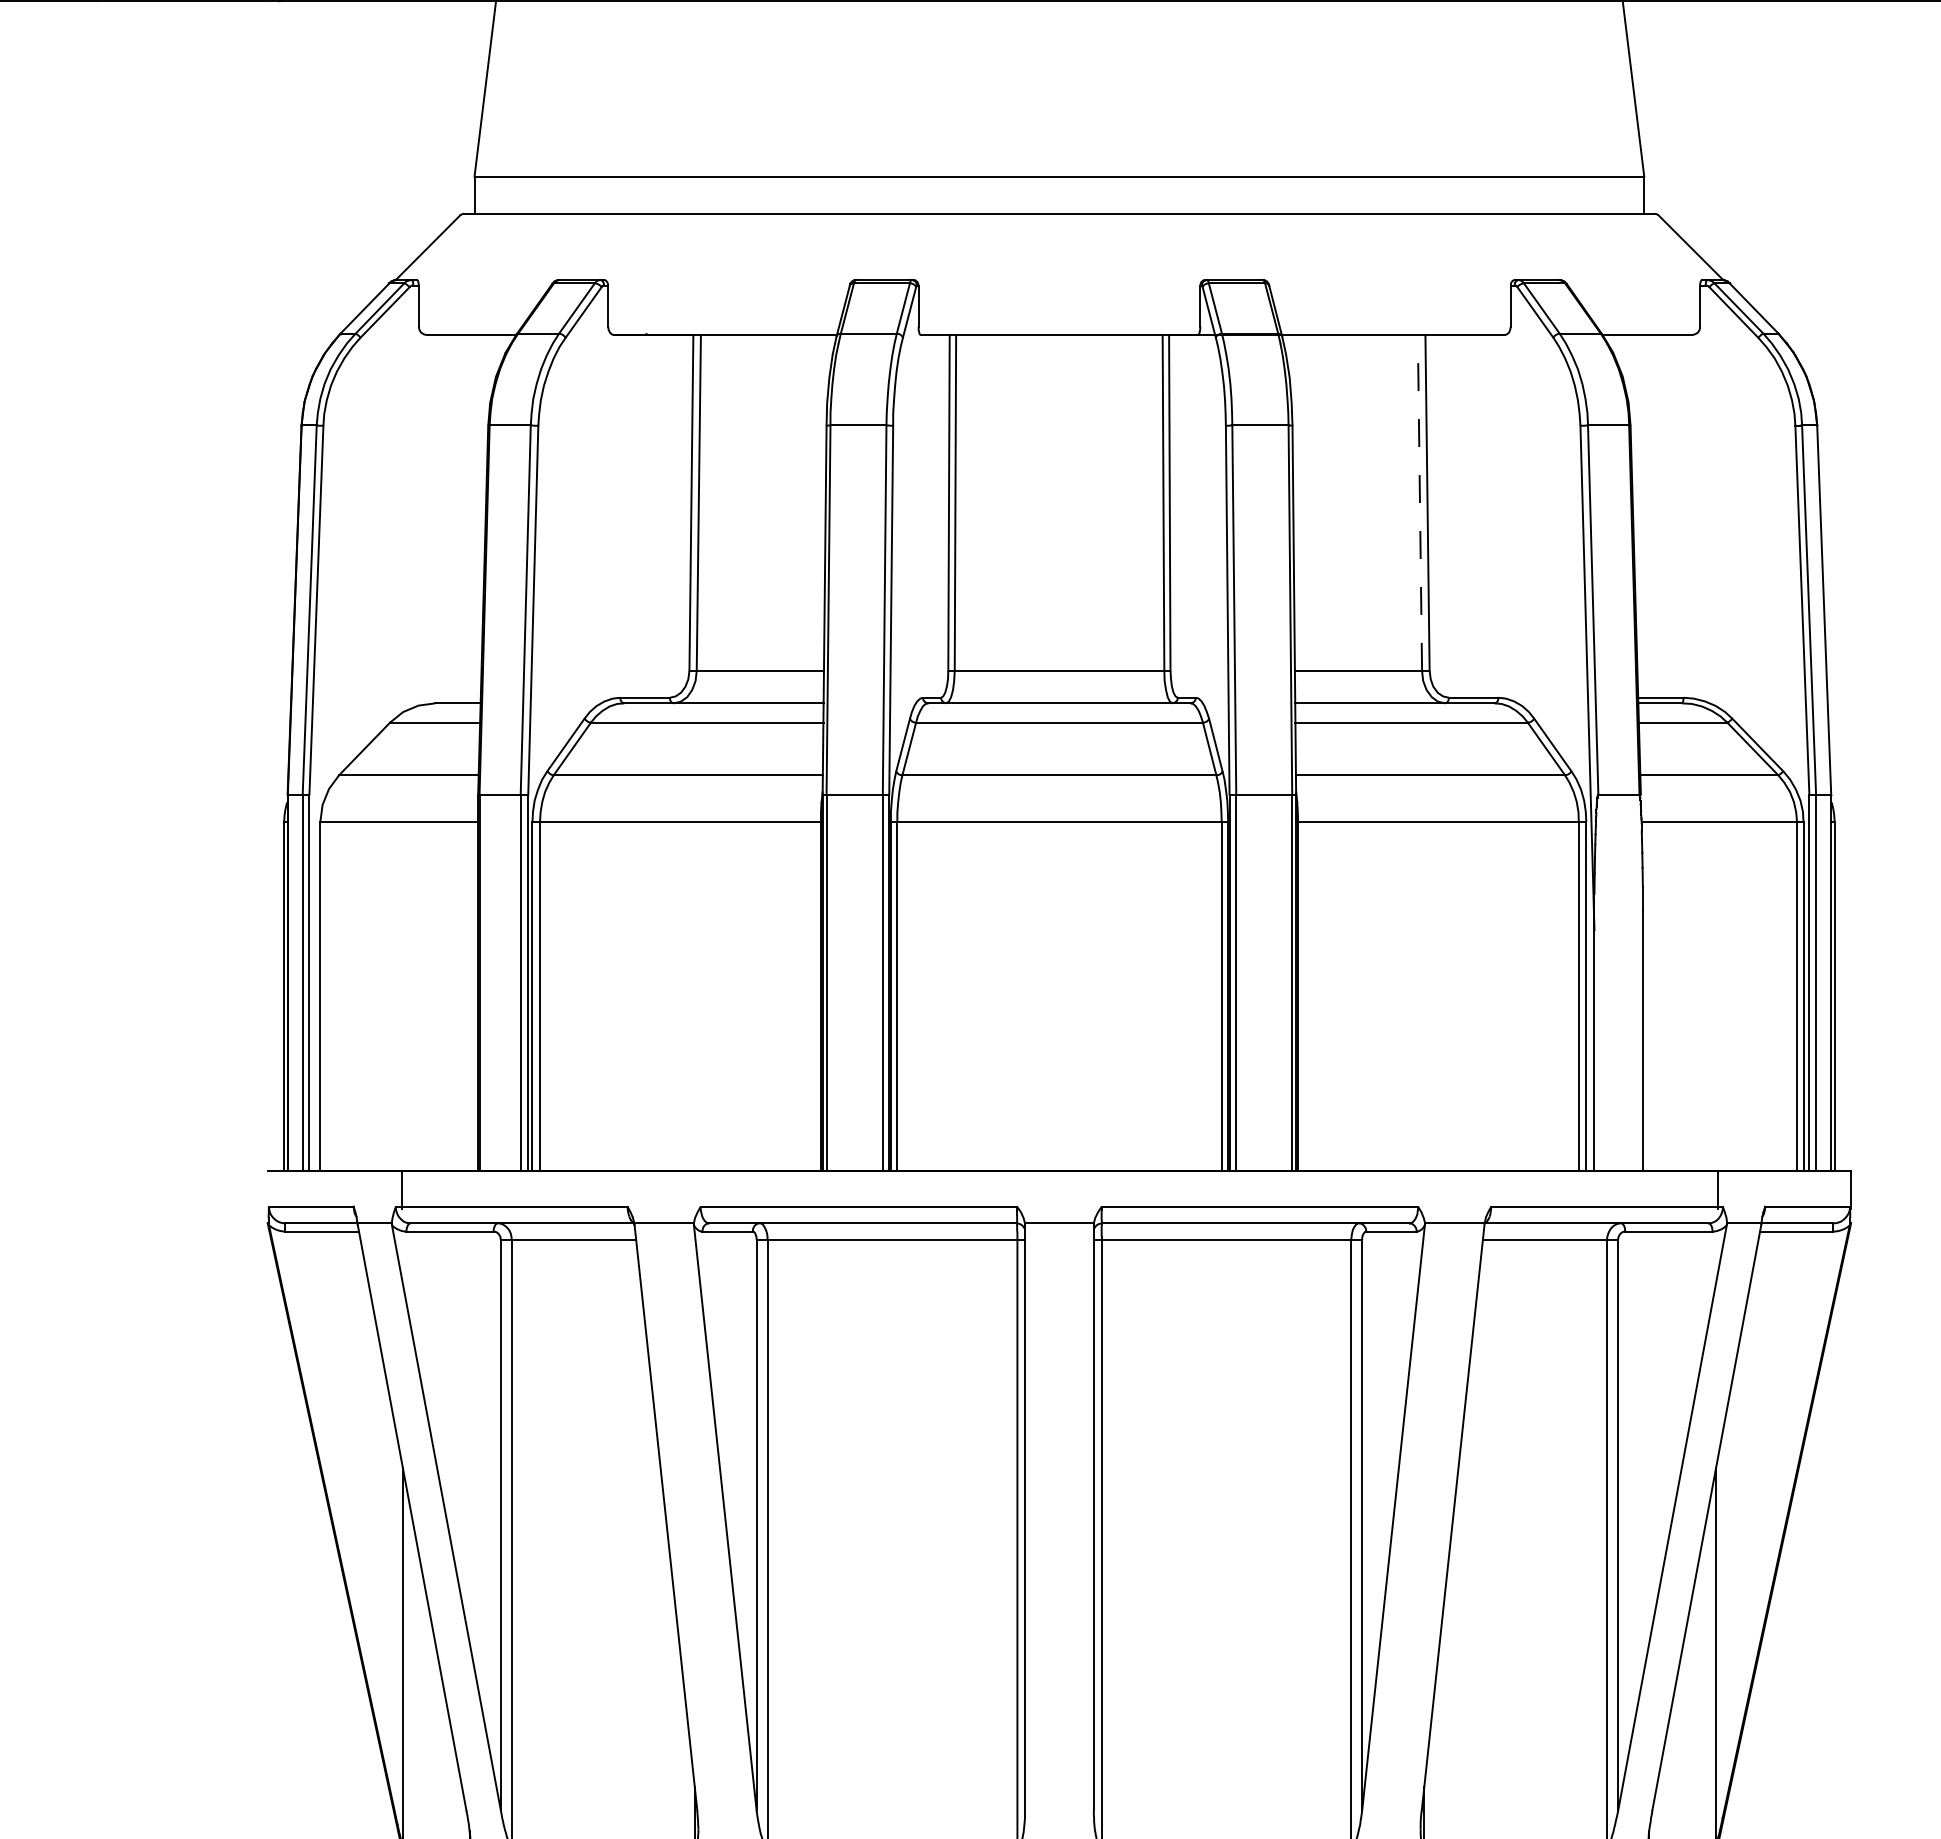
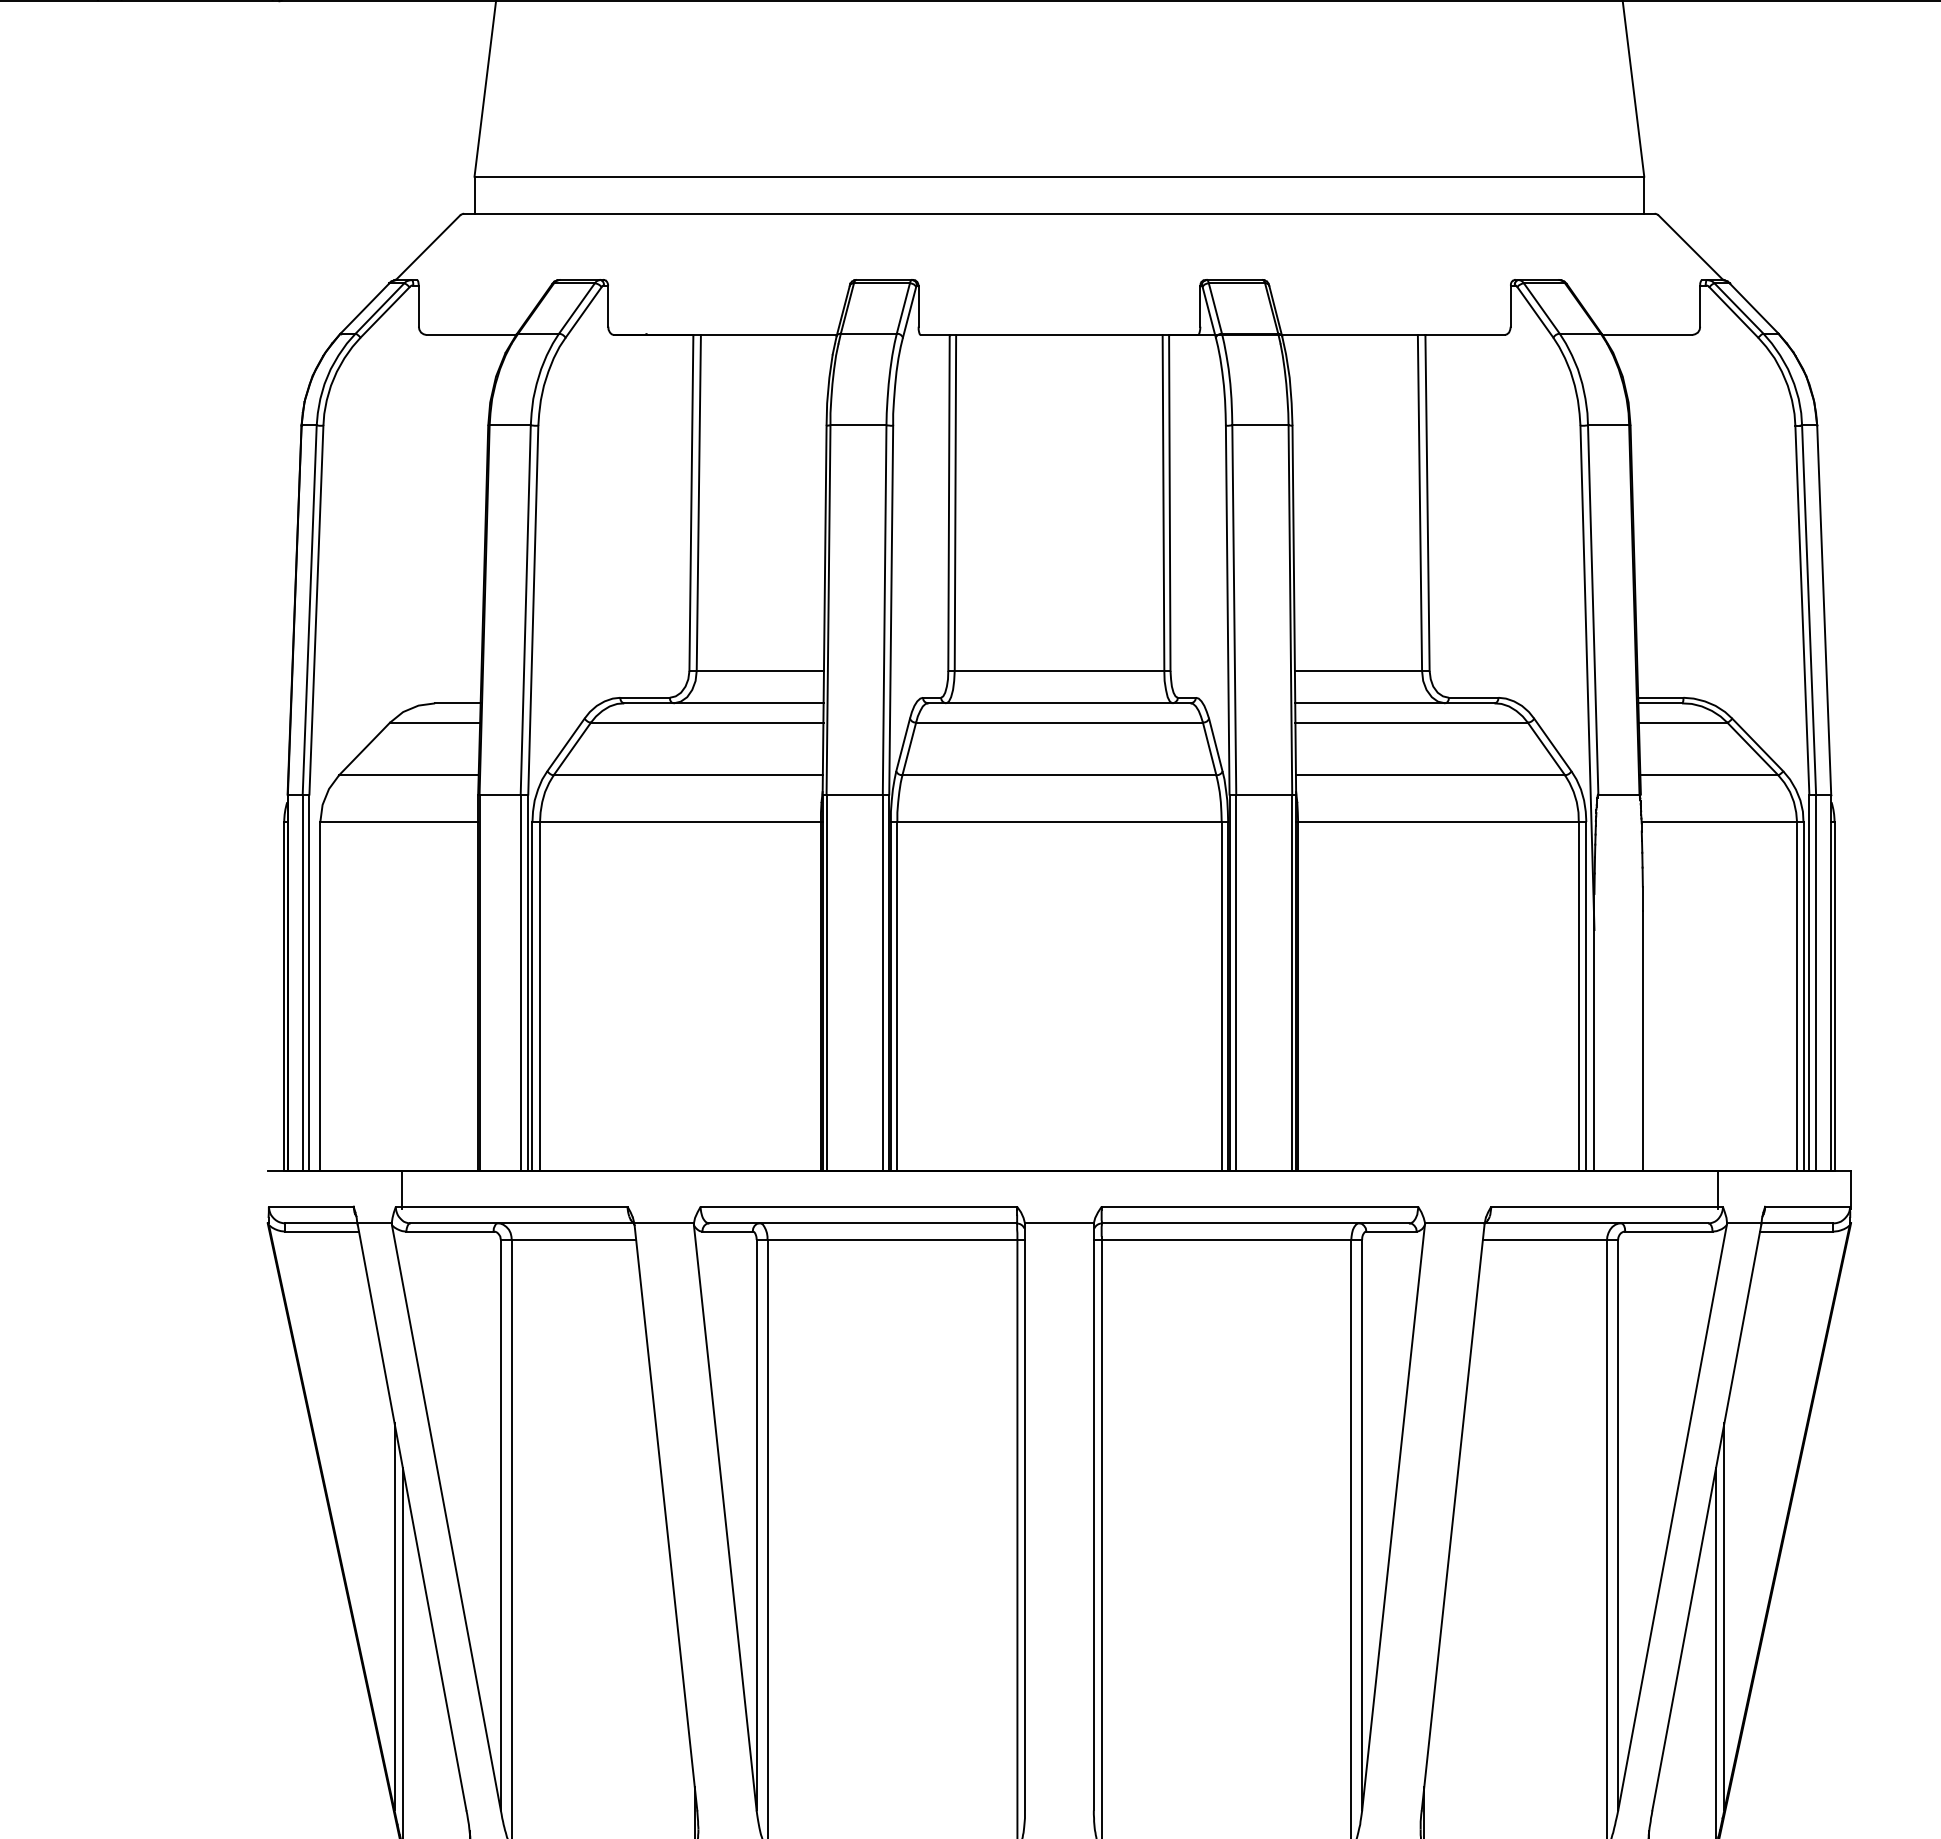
line at (1419, 503): dashed -> solid
line at (394, 1616): none -> present
line at (1724, 1616): none -> present
